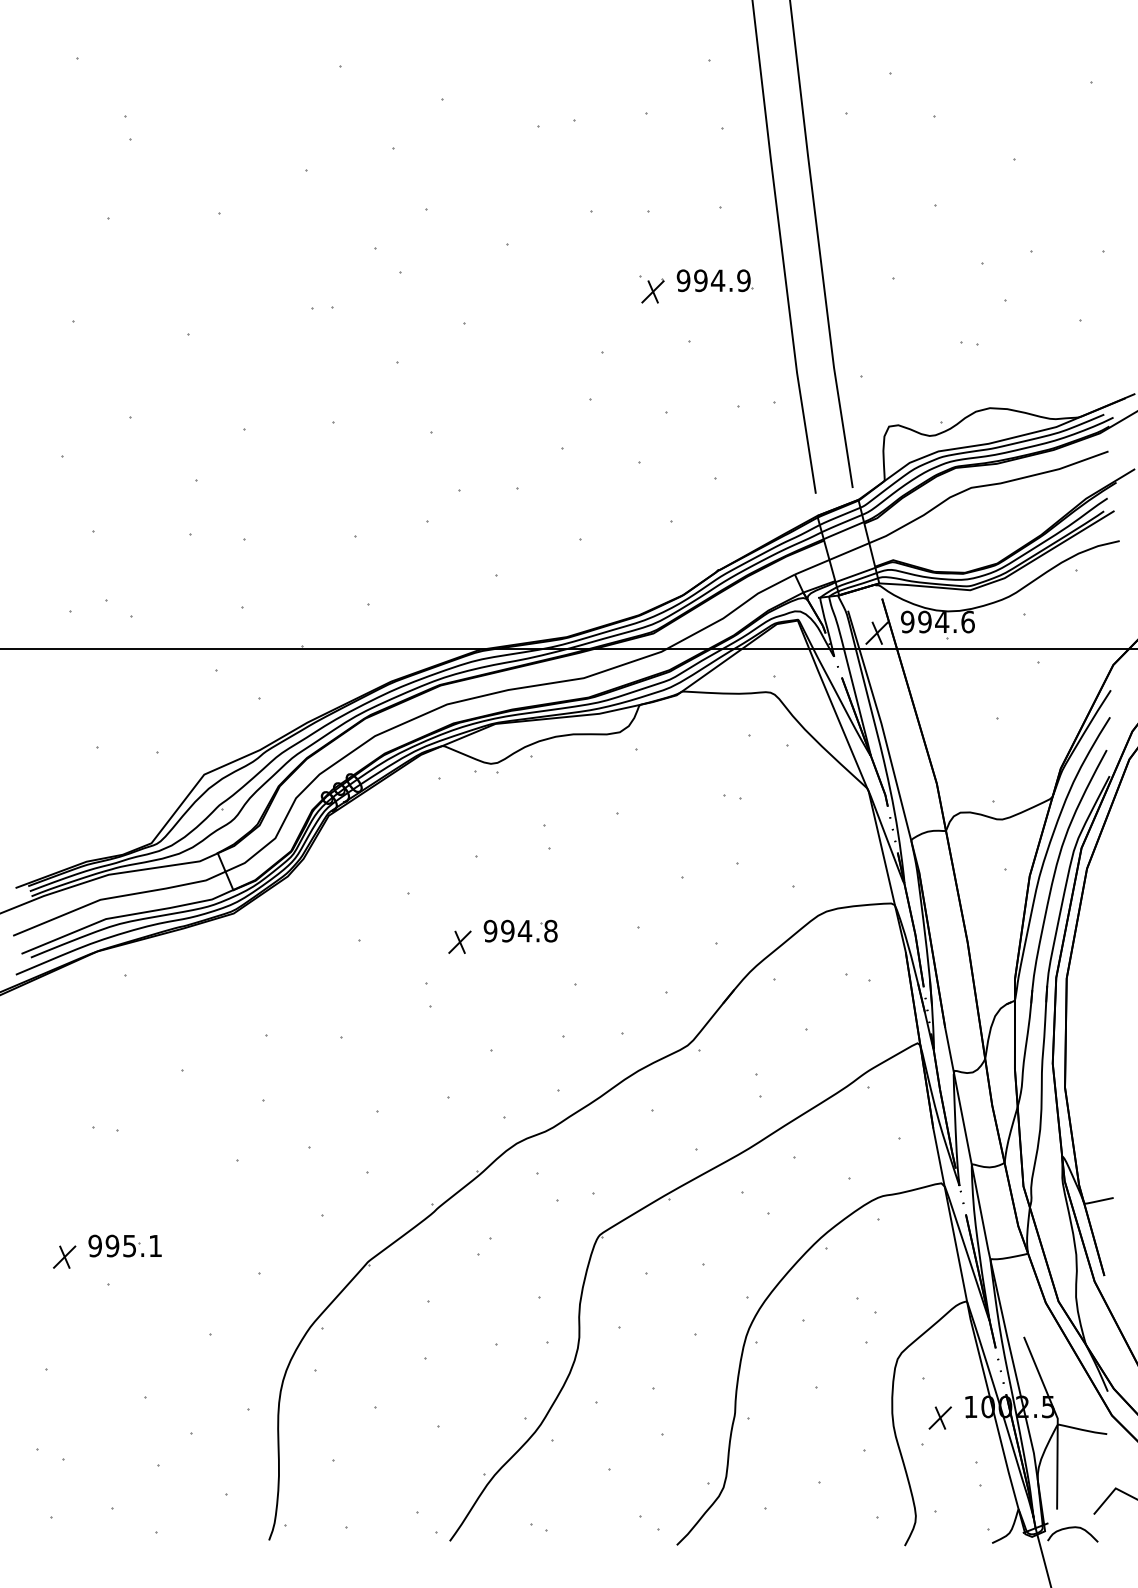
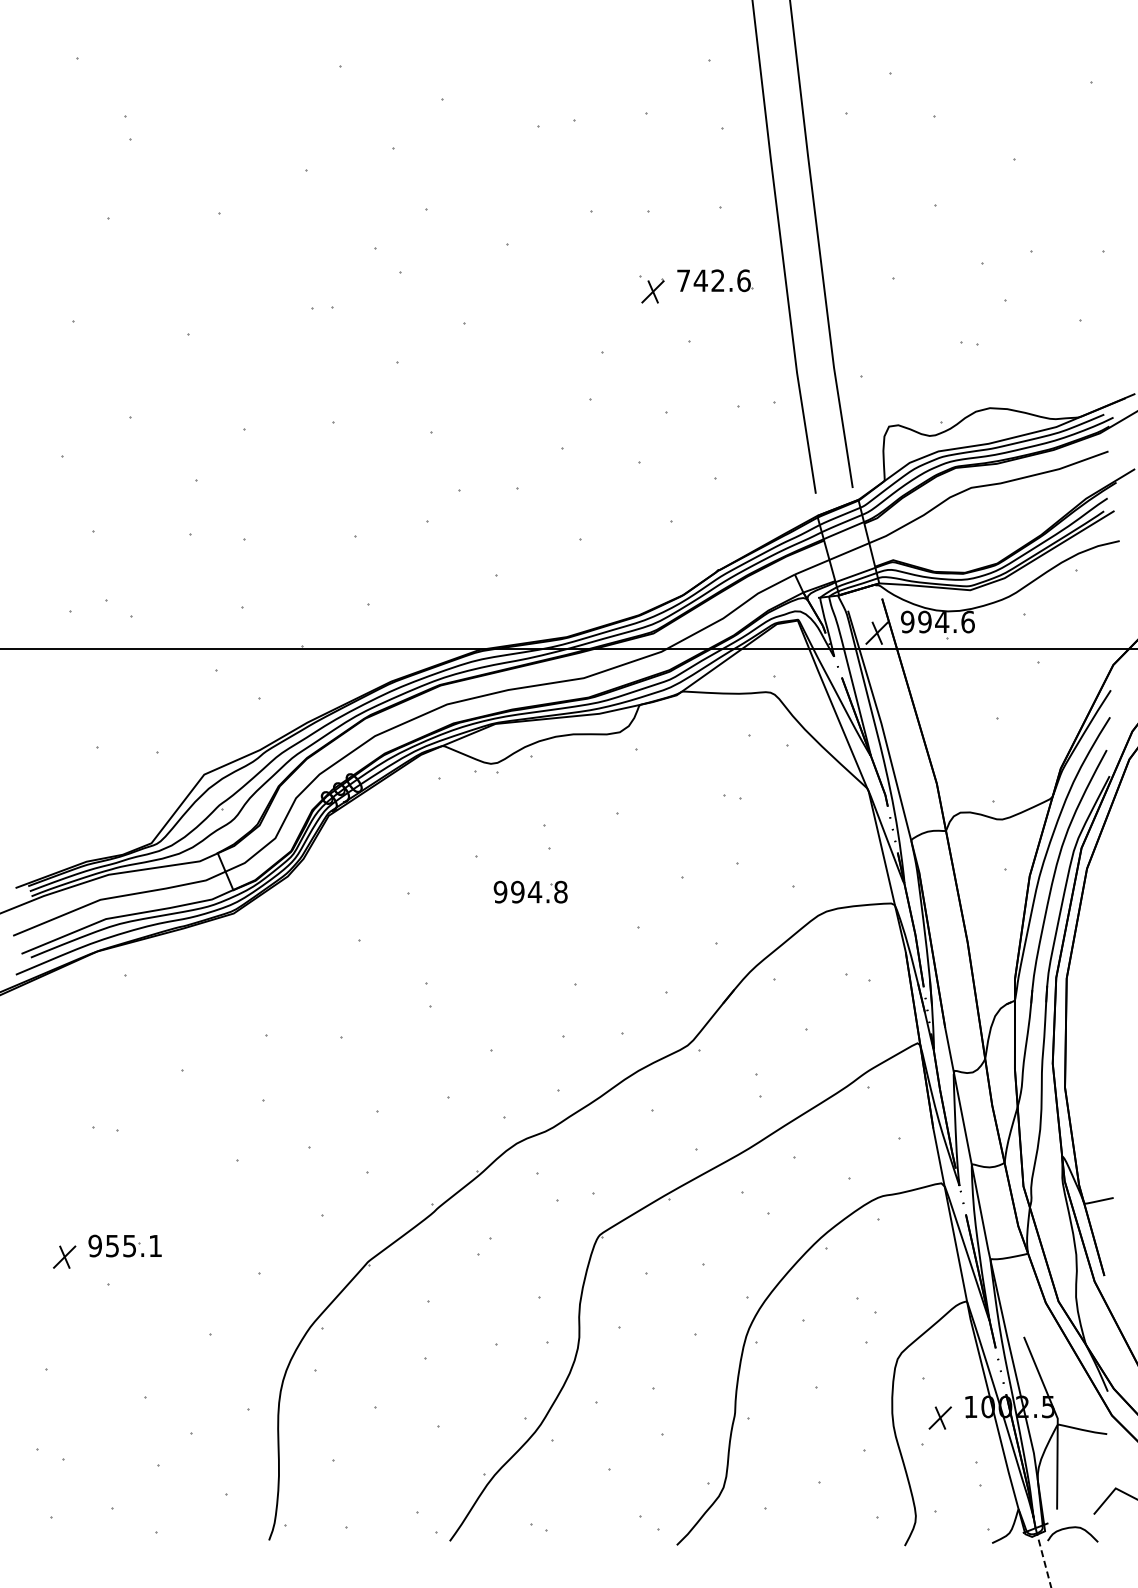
text at (713, 280): 994.9 -> 742.6
part at (520, 930) position: (520, 930) -> (530, 891)
part at (459, 941): present -> none
text at (112, 1245): 995.1 -> 955.1
line at (1043, 1557): solid -> dashed
